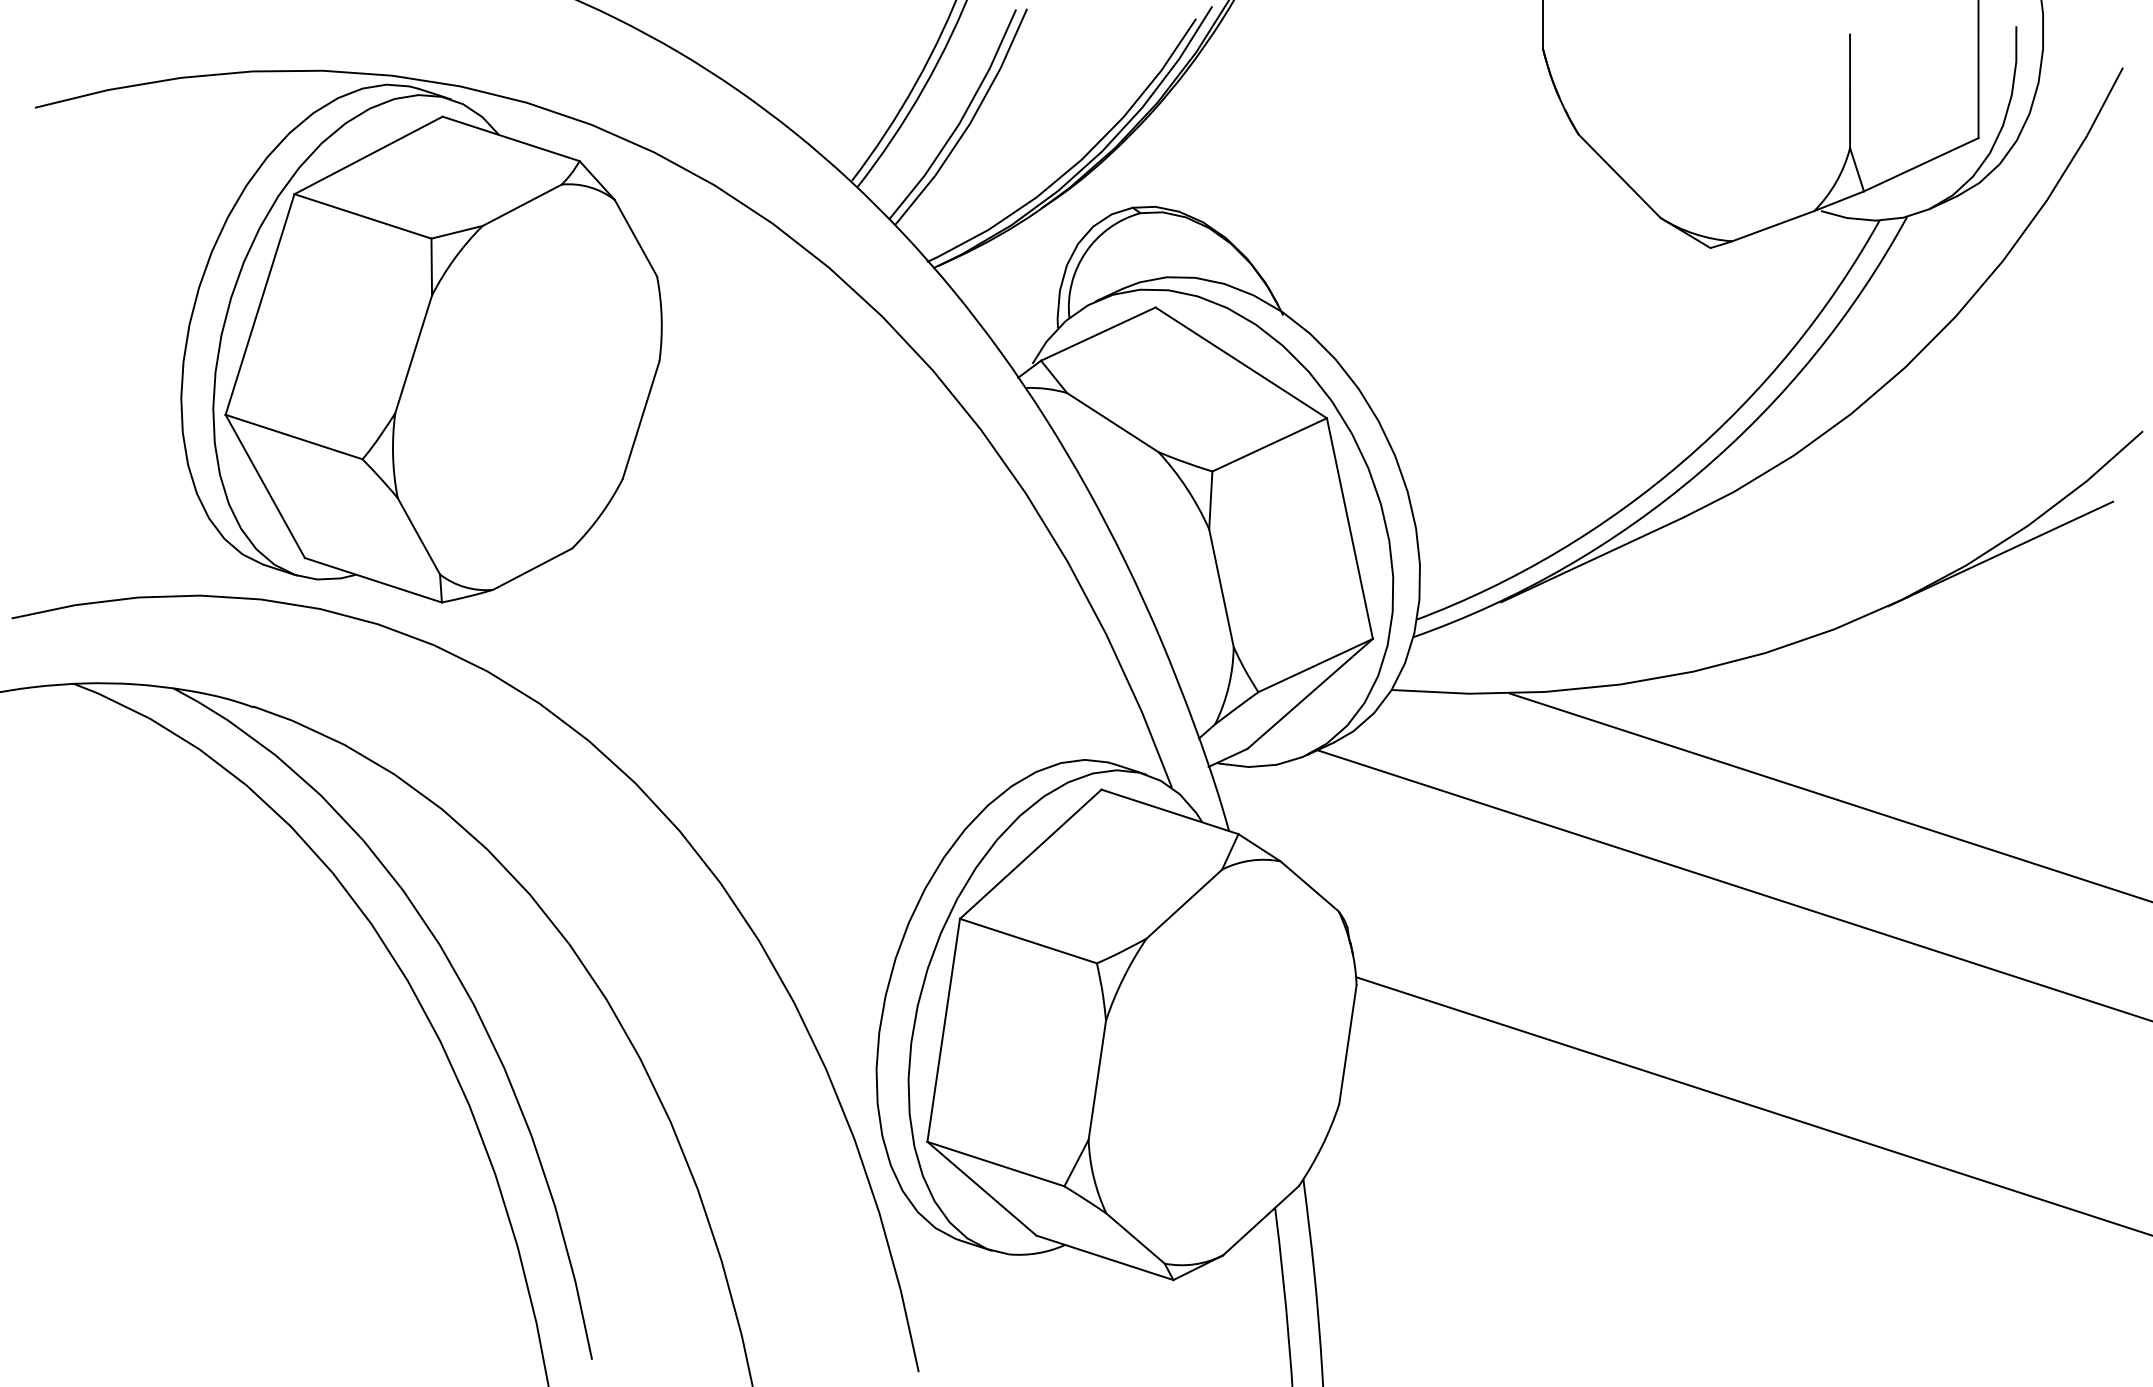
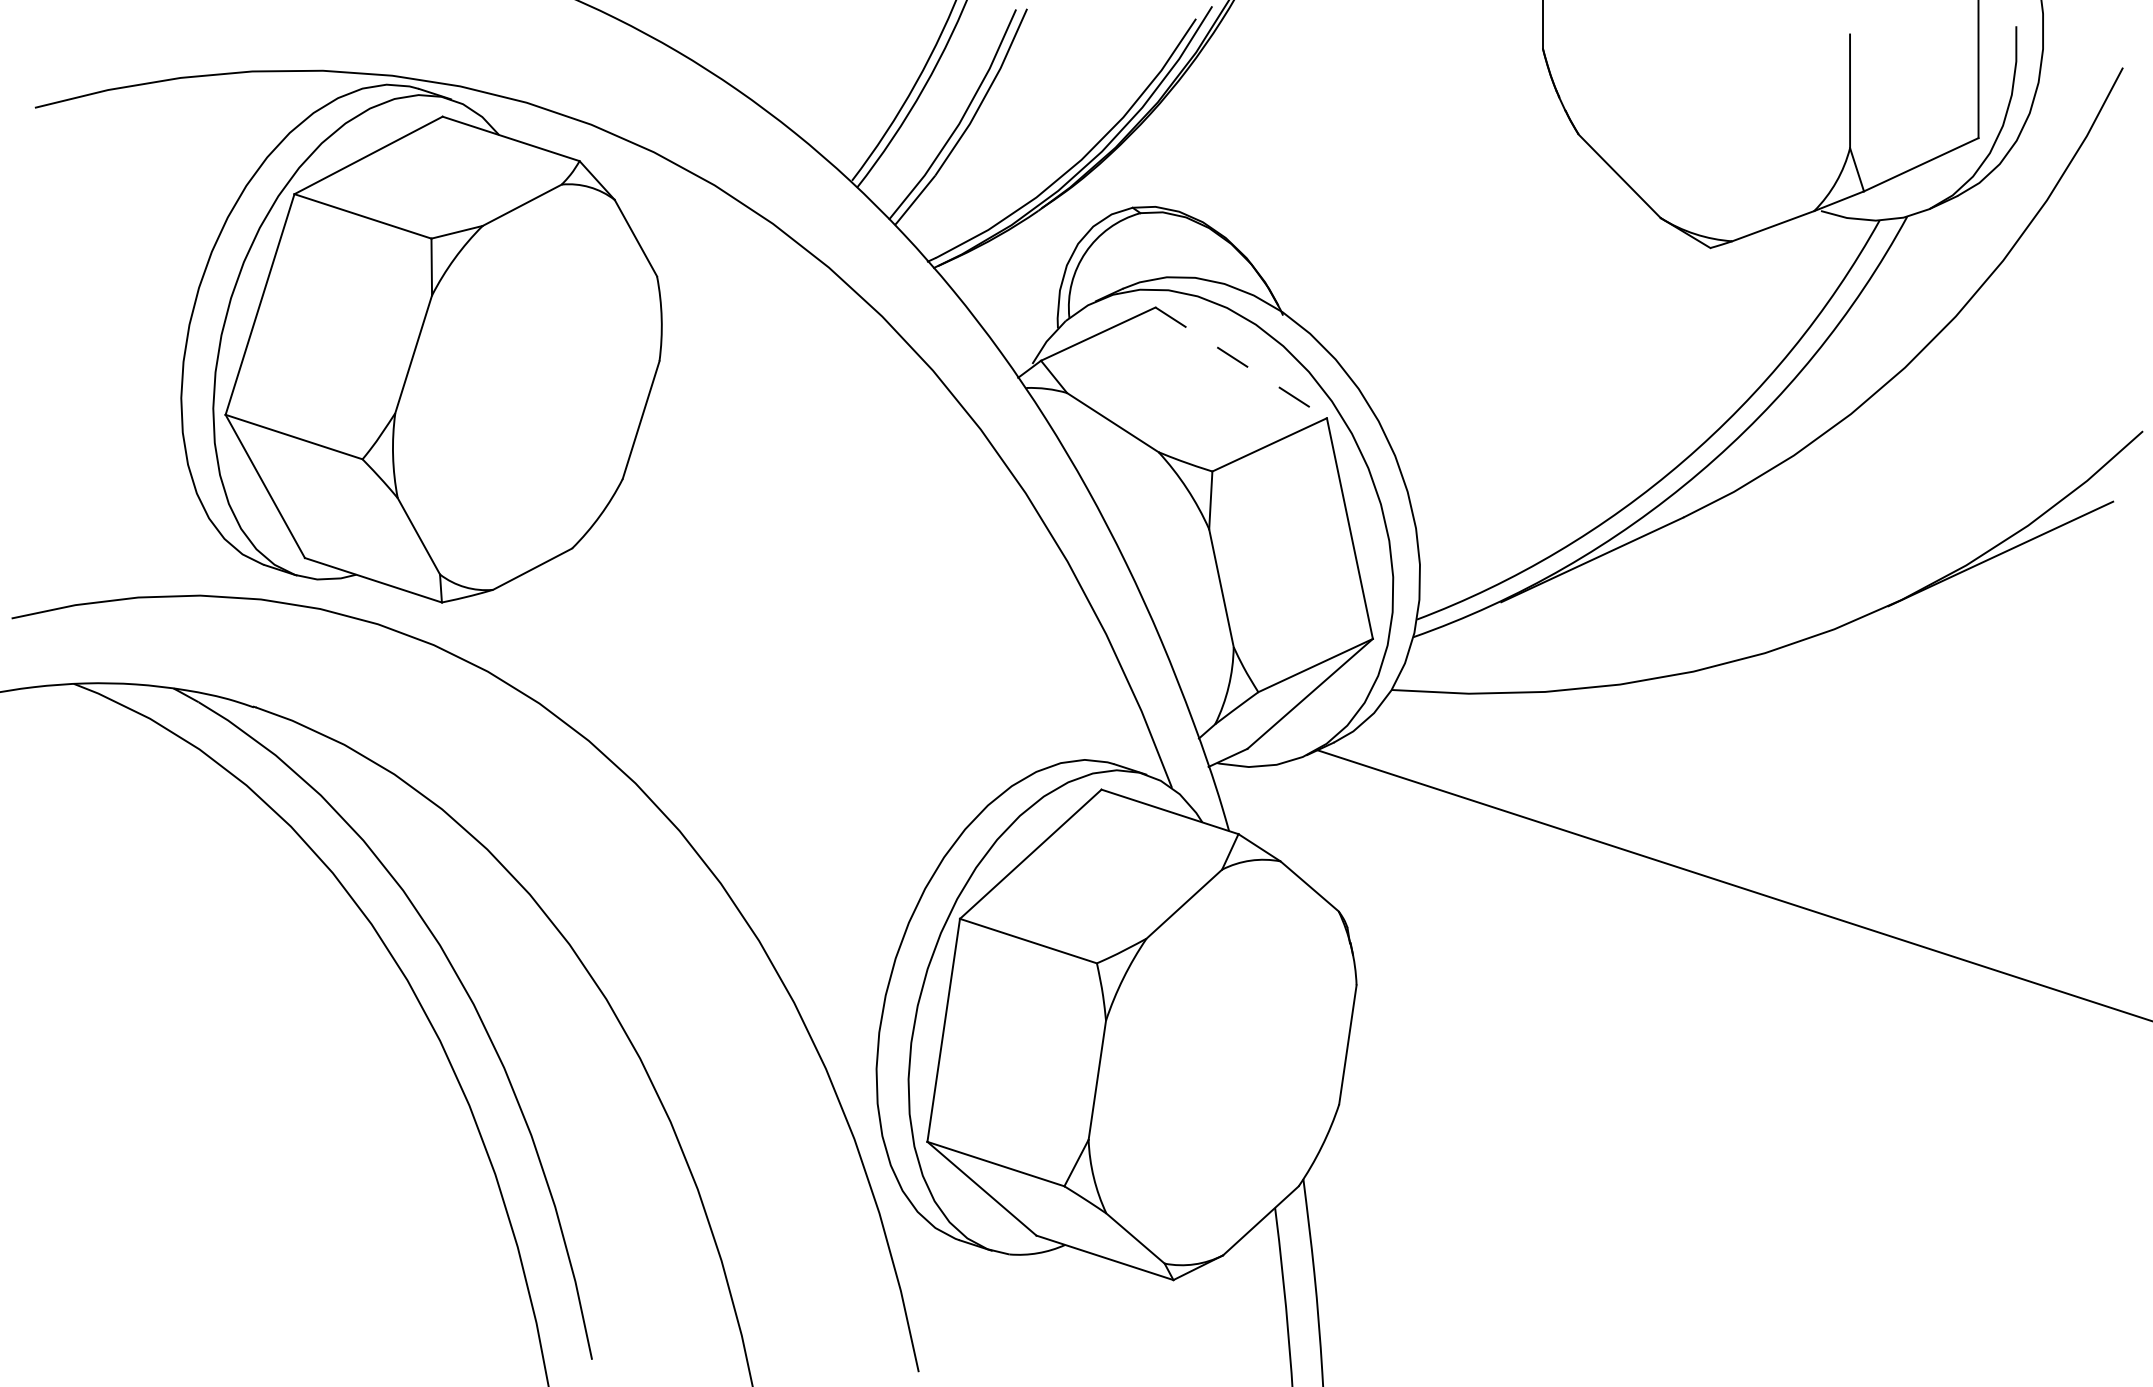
line at (1241, 363): solid -> dashed
line at (1829, 797): present -> none
line at (1752, 1105): present -> none
